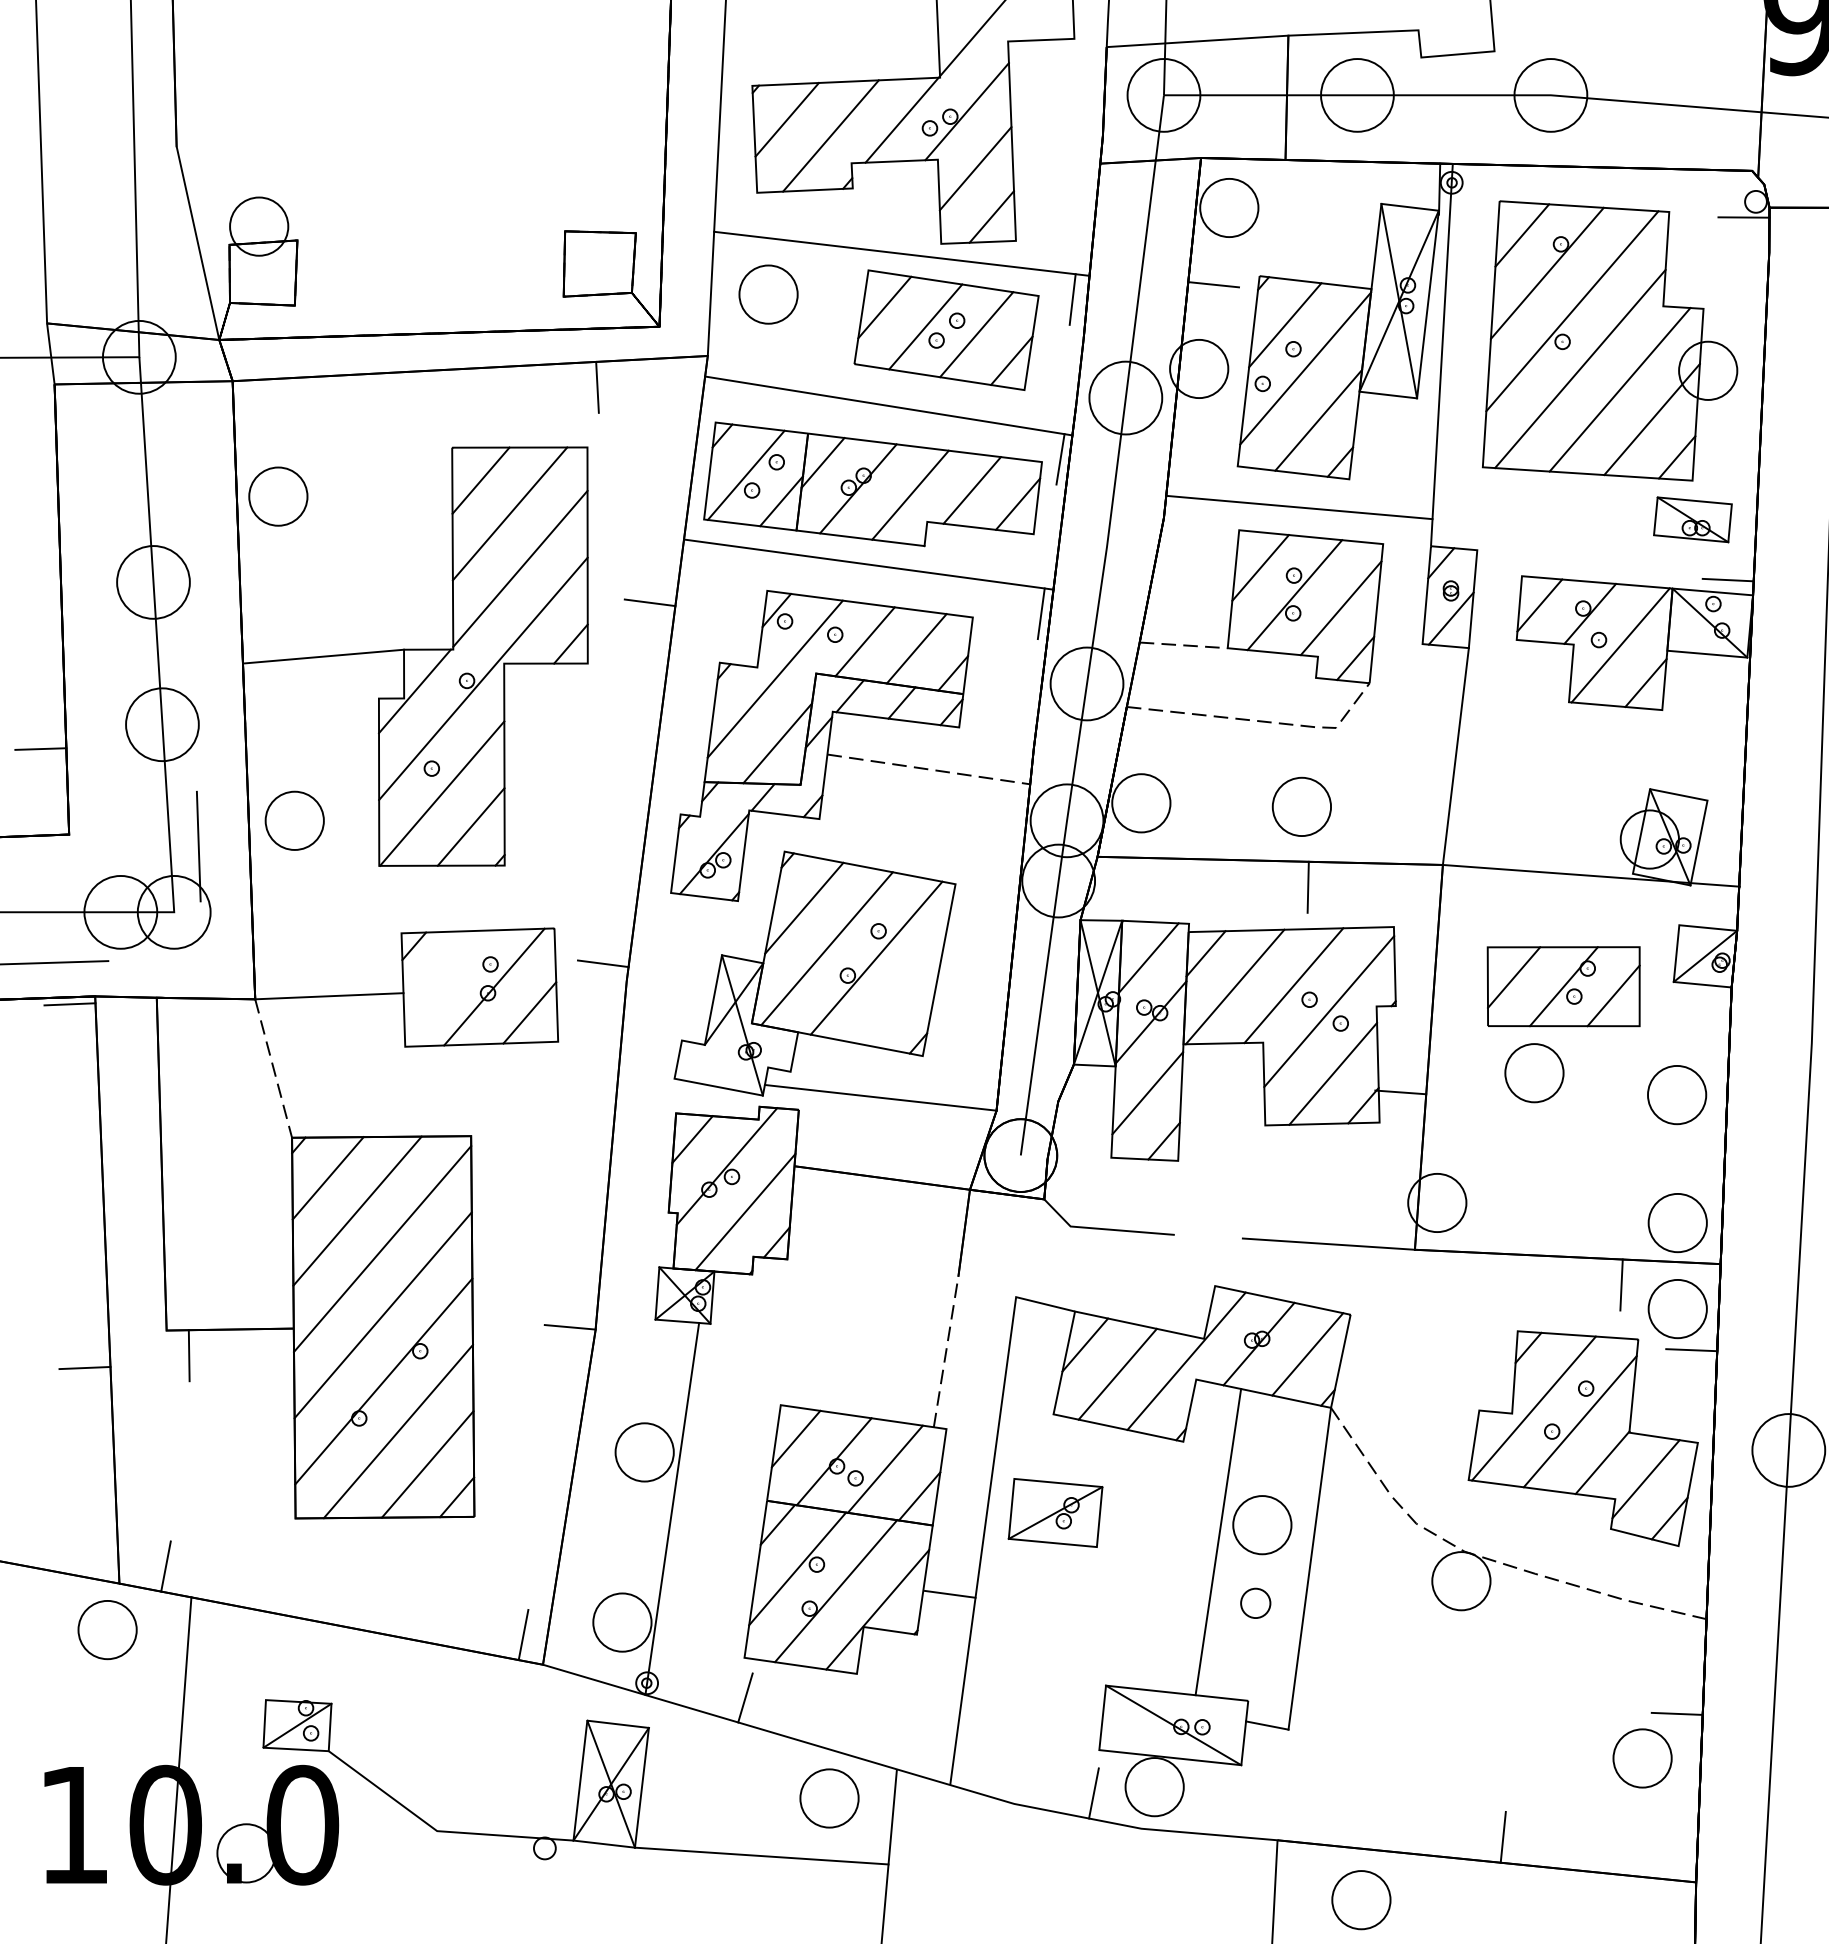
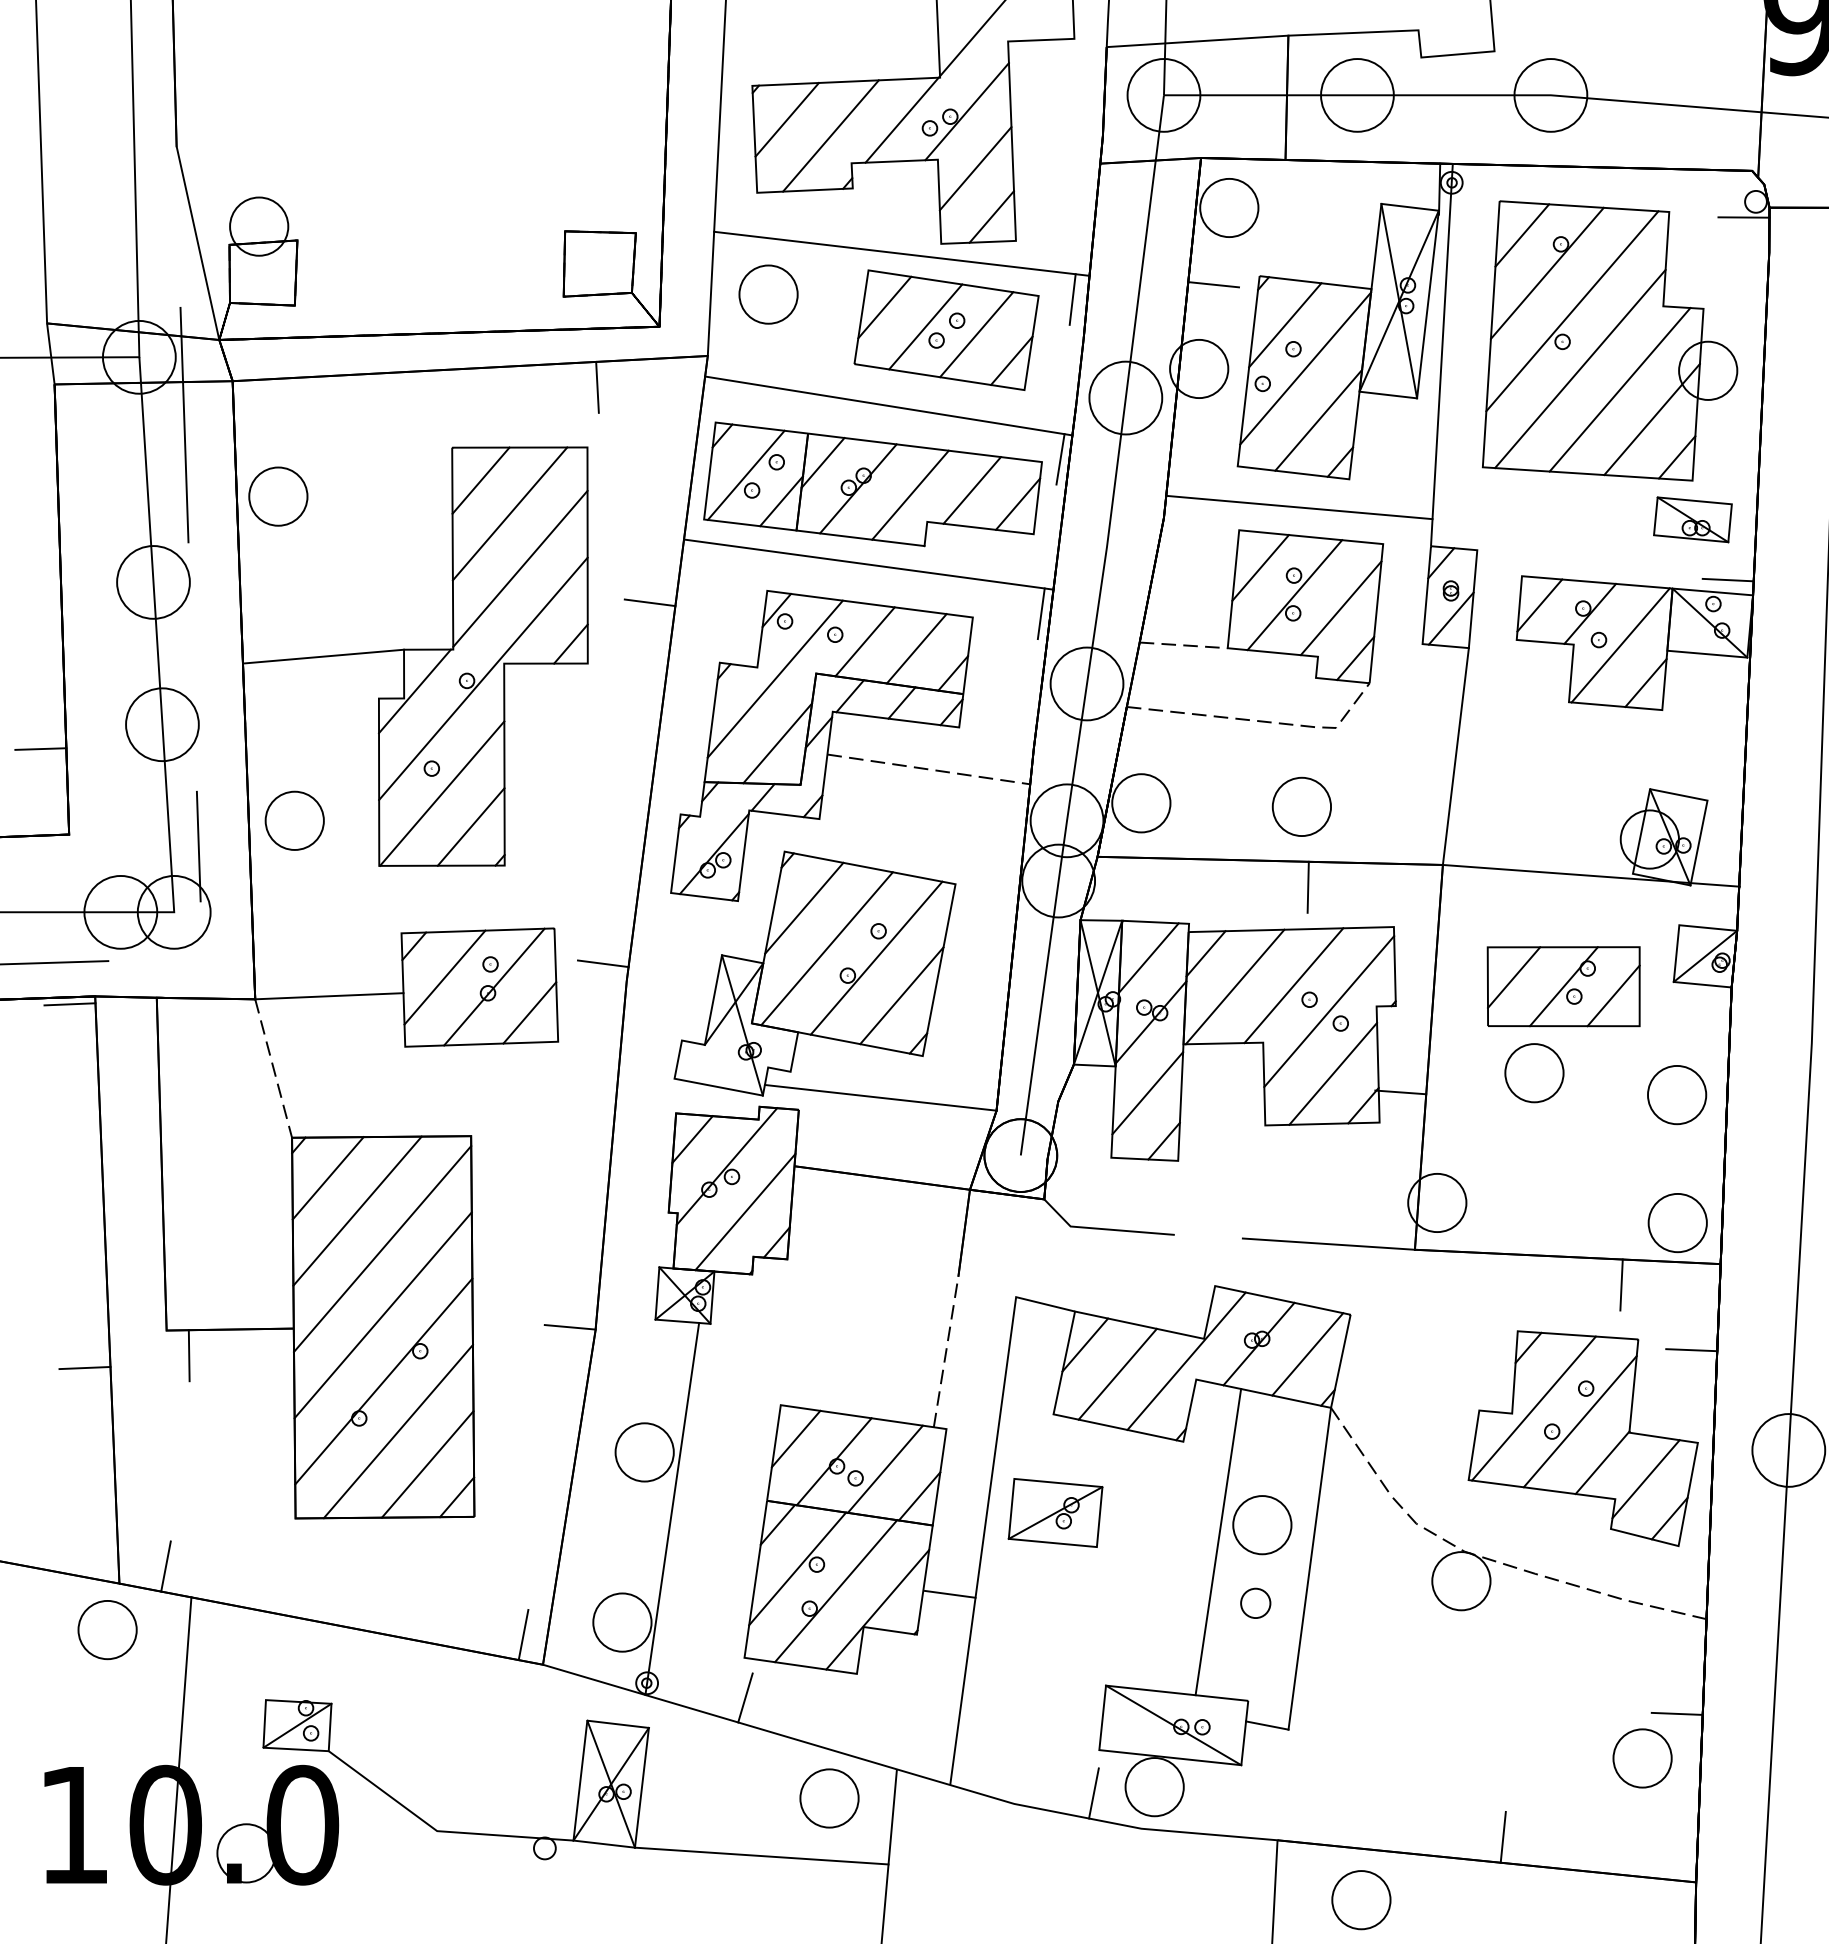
line at (184, 424): none -> present
line at (444, 977): none -> present
line at (901, 995): none -> present
part at (1677, 1309): present -> none
